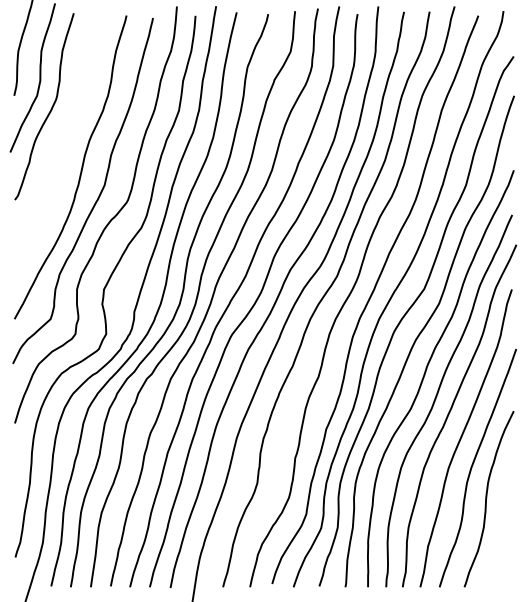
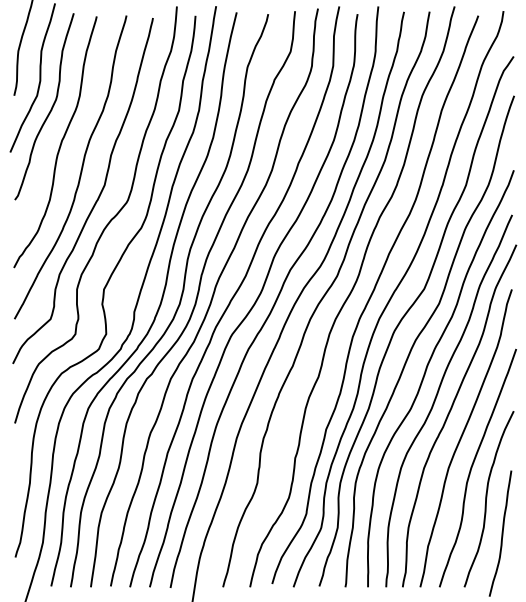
curve at (60, 142): none -> present
curve at (501, 533): none -> present
